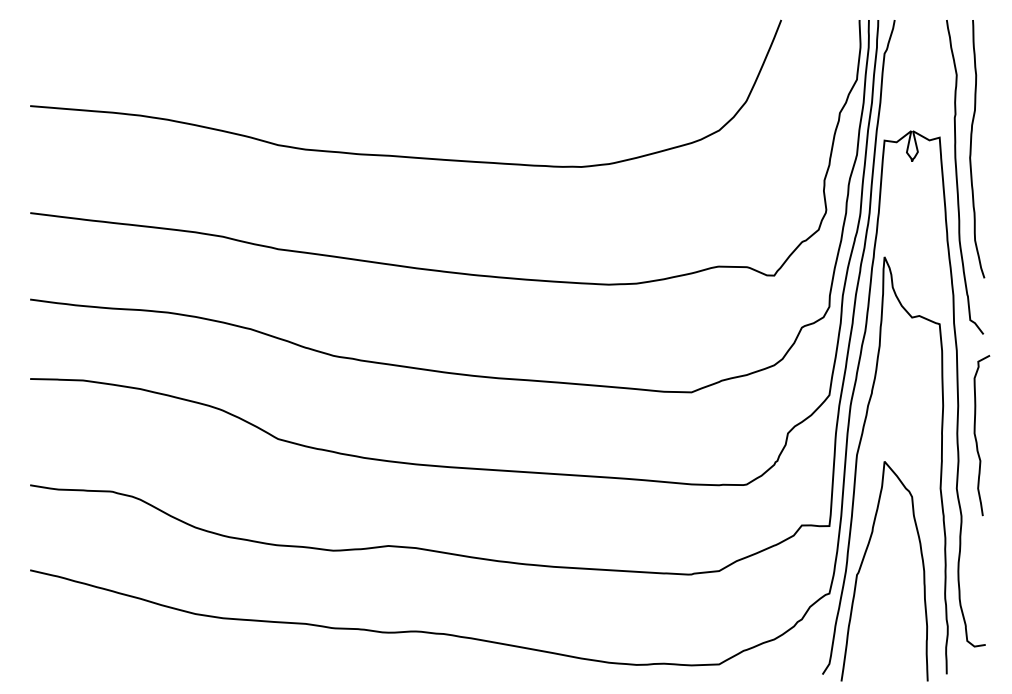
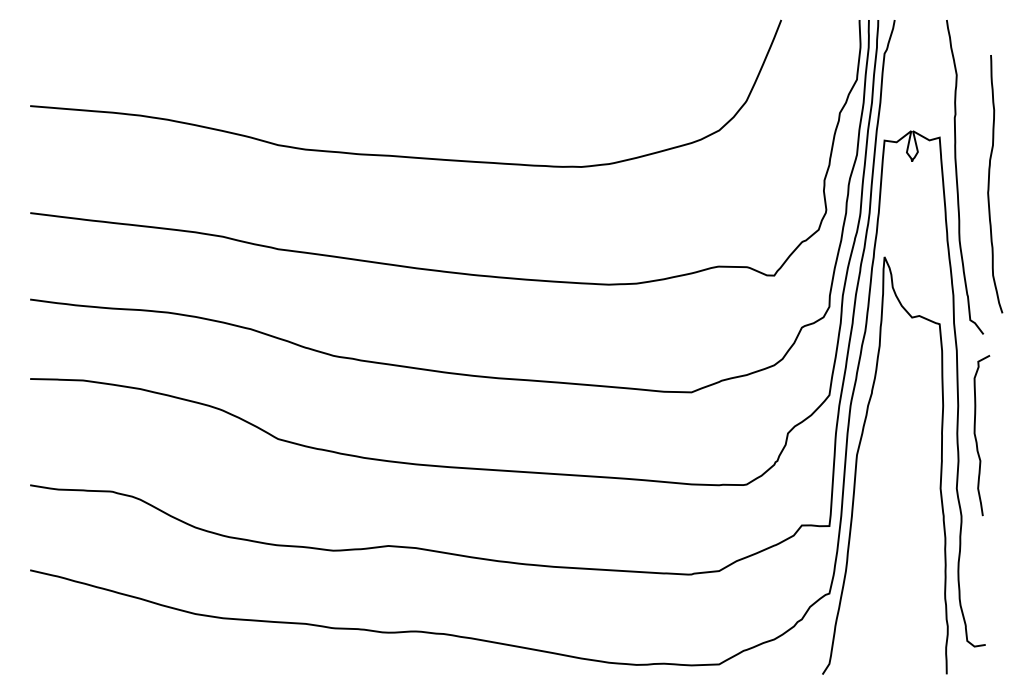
curve at (971, 149) position: (971, 149) -> (989, 184)
curve at (862, 564): present -> none
